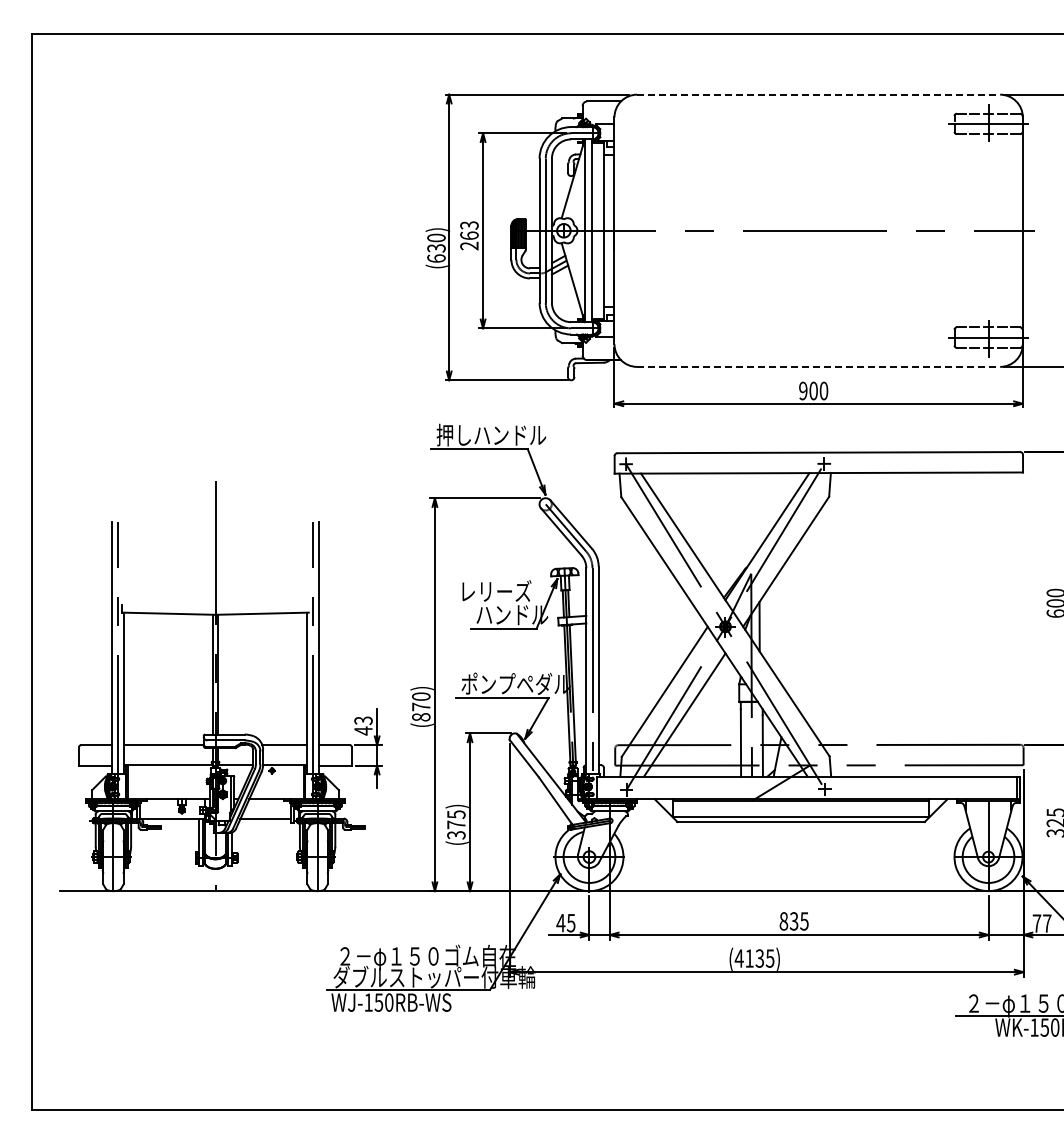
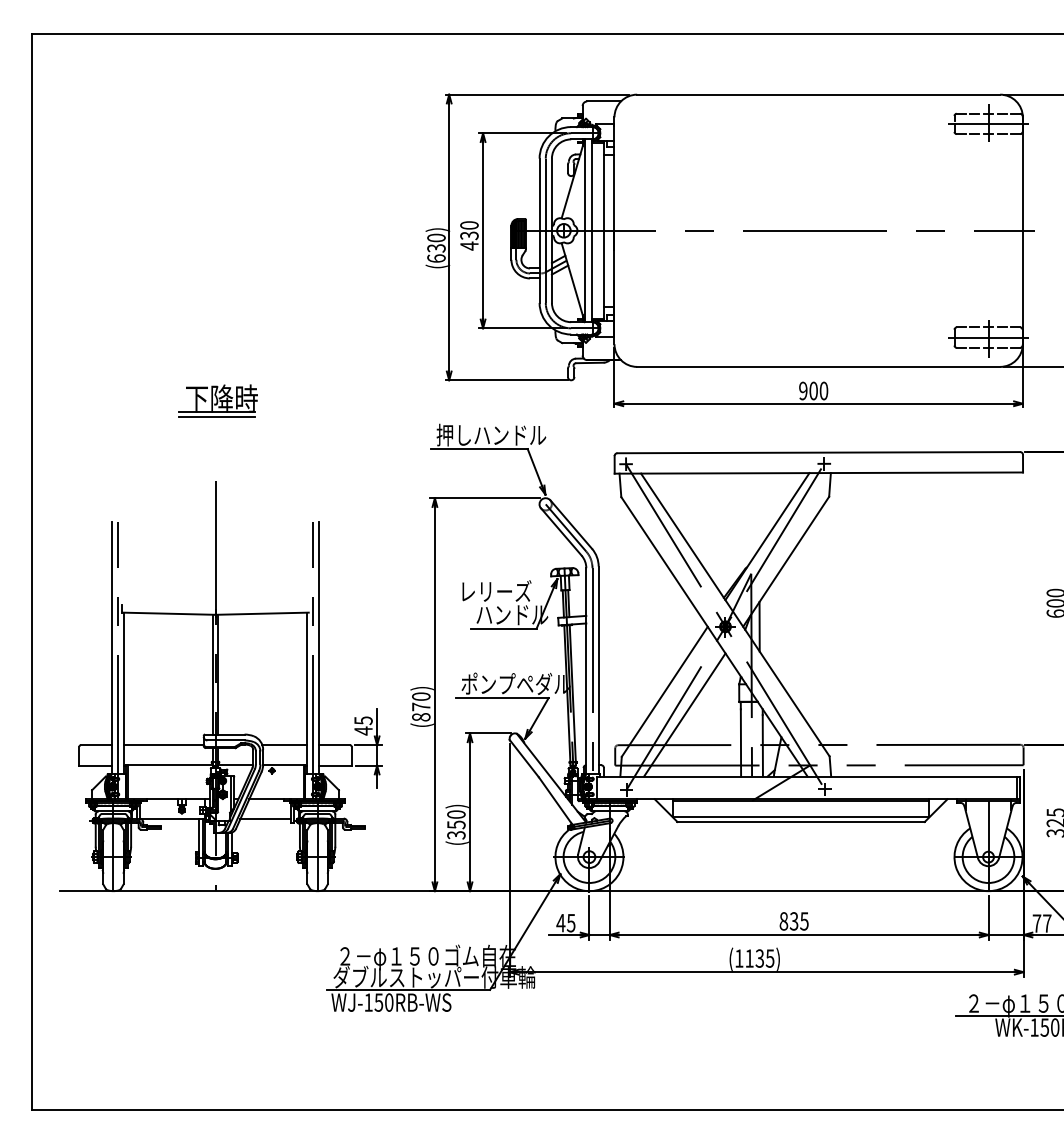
line at (819, 94): dashed -> solid
text at (469, 235): 263 -> 430
line at (819, 366): dashed -> solid
part at (217, 400): none -> present
text at (362, 720): 43 -> 45
text at (456, 819): (375) -> (350)
text at (738, 958): (4135) -> (1135)
